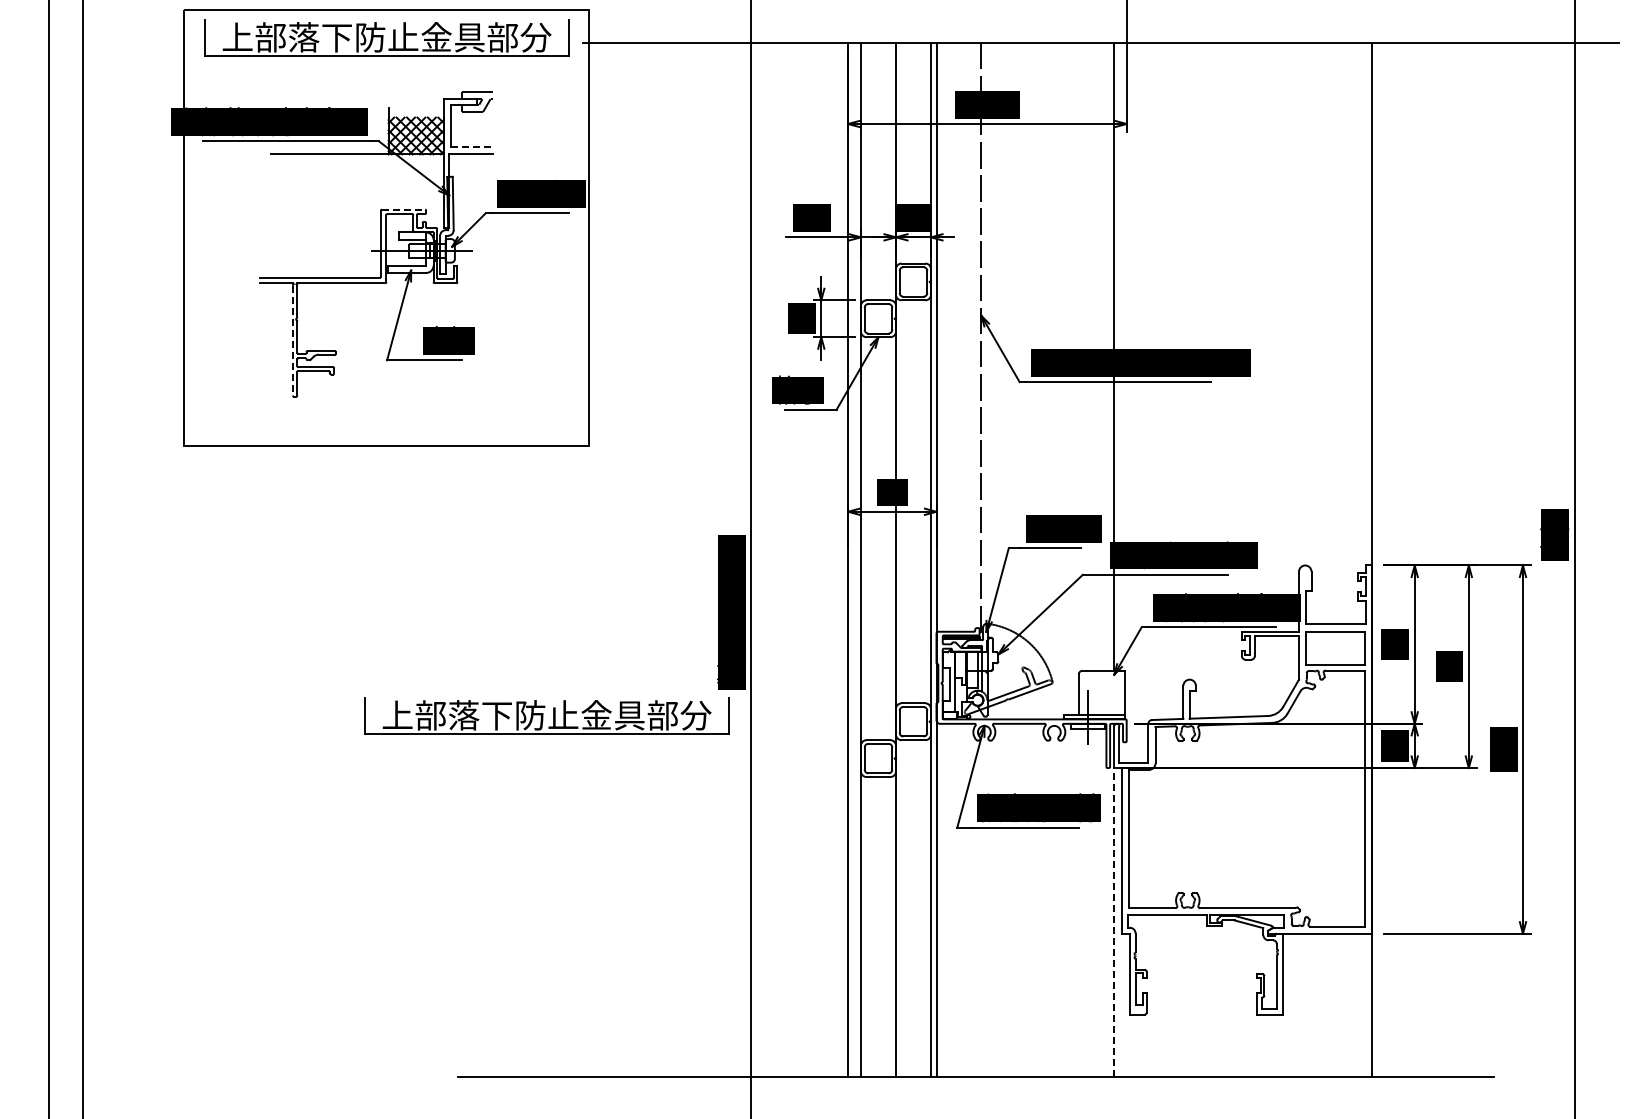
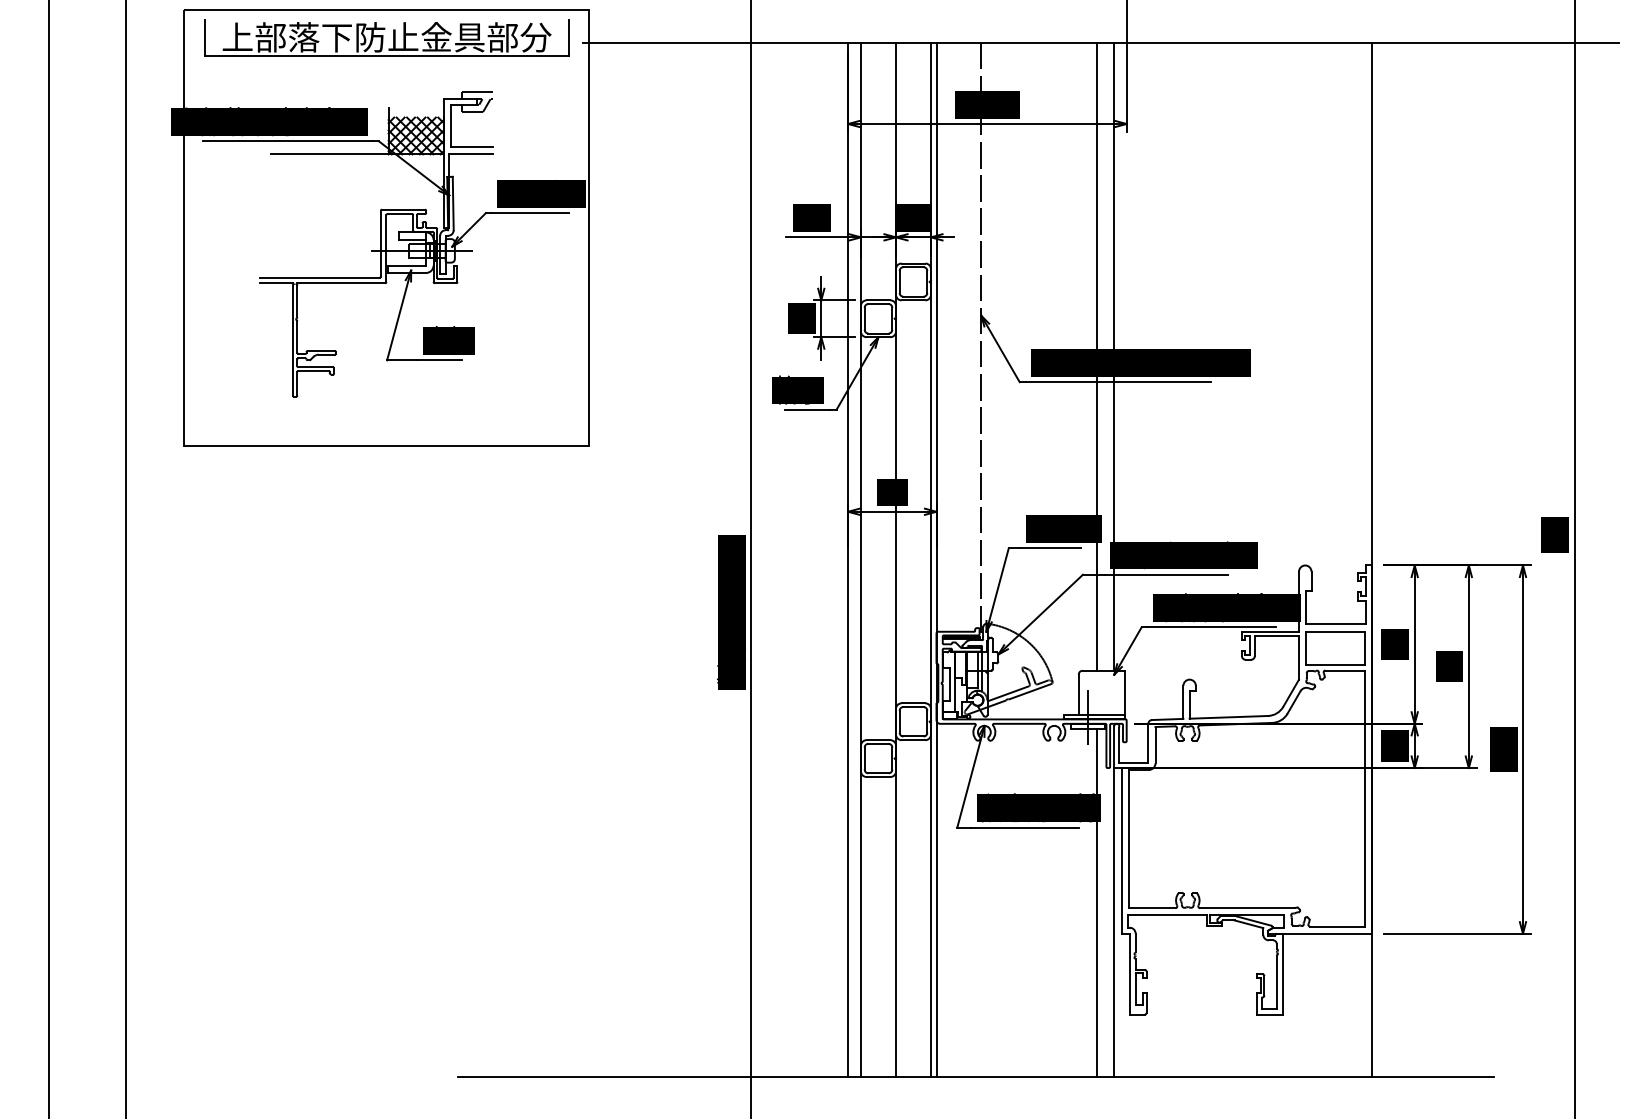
line at (471, 147): dashed -> solid
line at (403, 209): dashed -> solid
line at (292, 341): dashed -> solid
line at (1097, 356): none -> present
text at (1554, 534): 裏板 -> SH
line at (83, 558) position: (83, 558) -> (126, 558)
part at (546, 715): present -> none
line at (1097, 902): none -> present
line at (1114, 922): dashed -> solid
